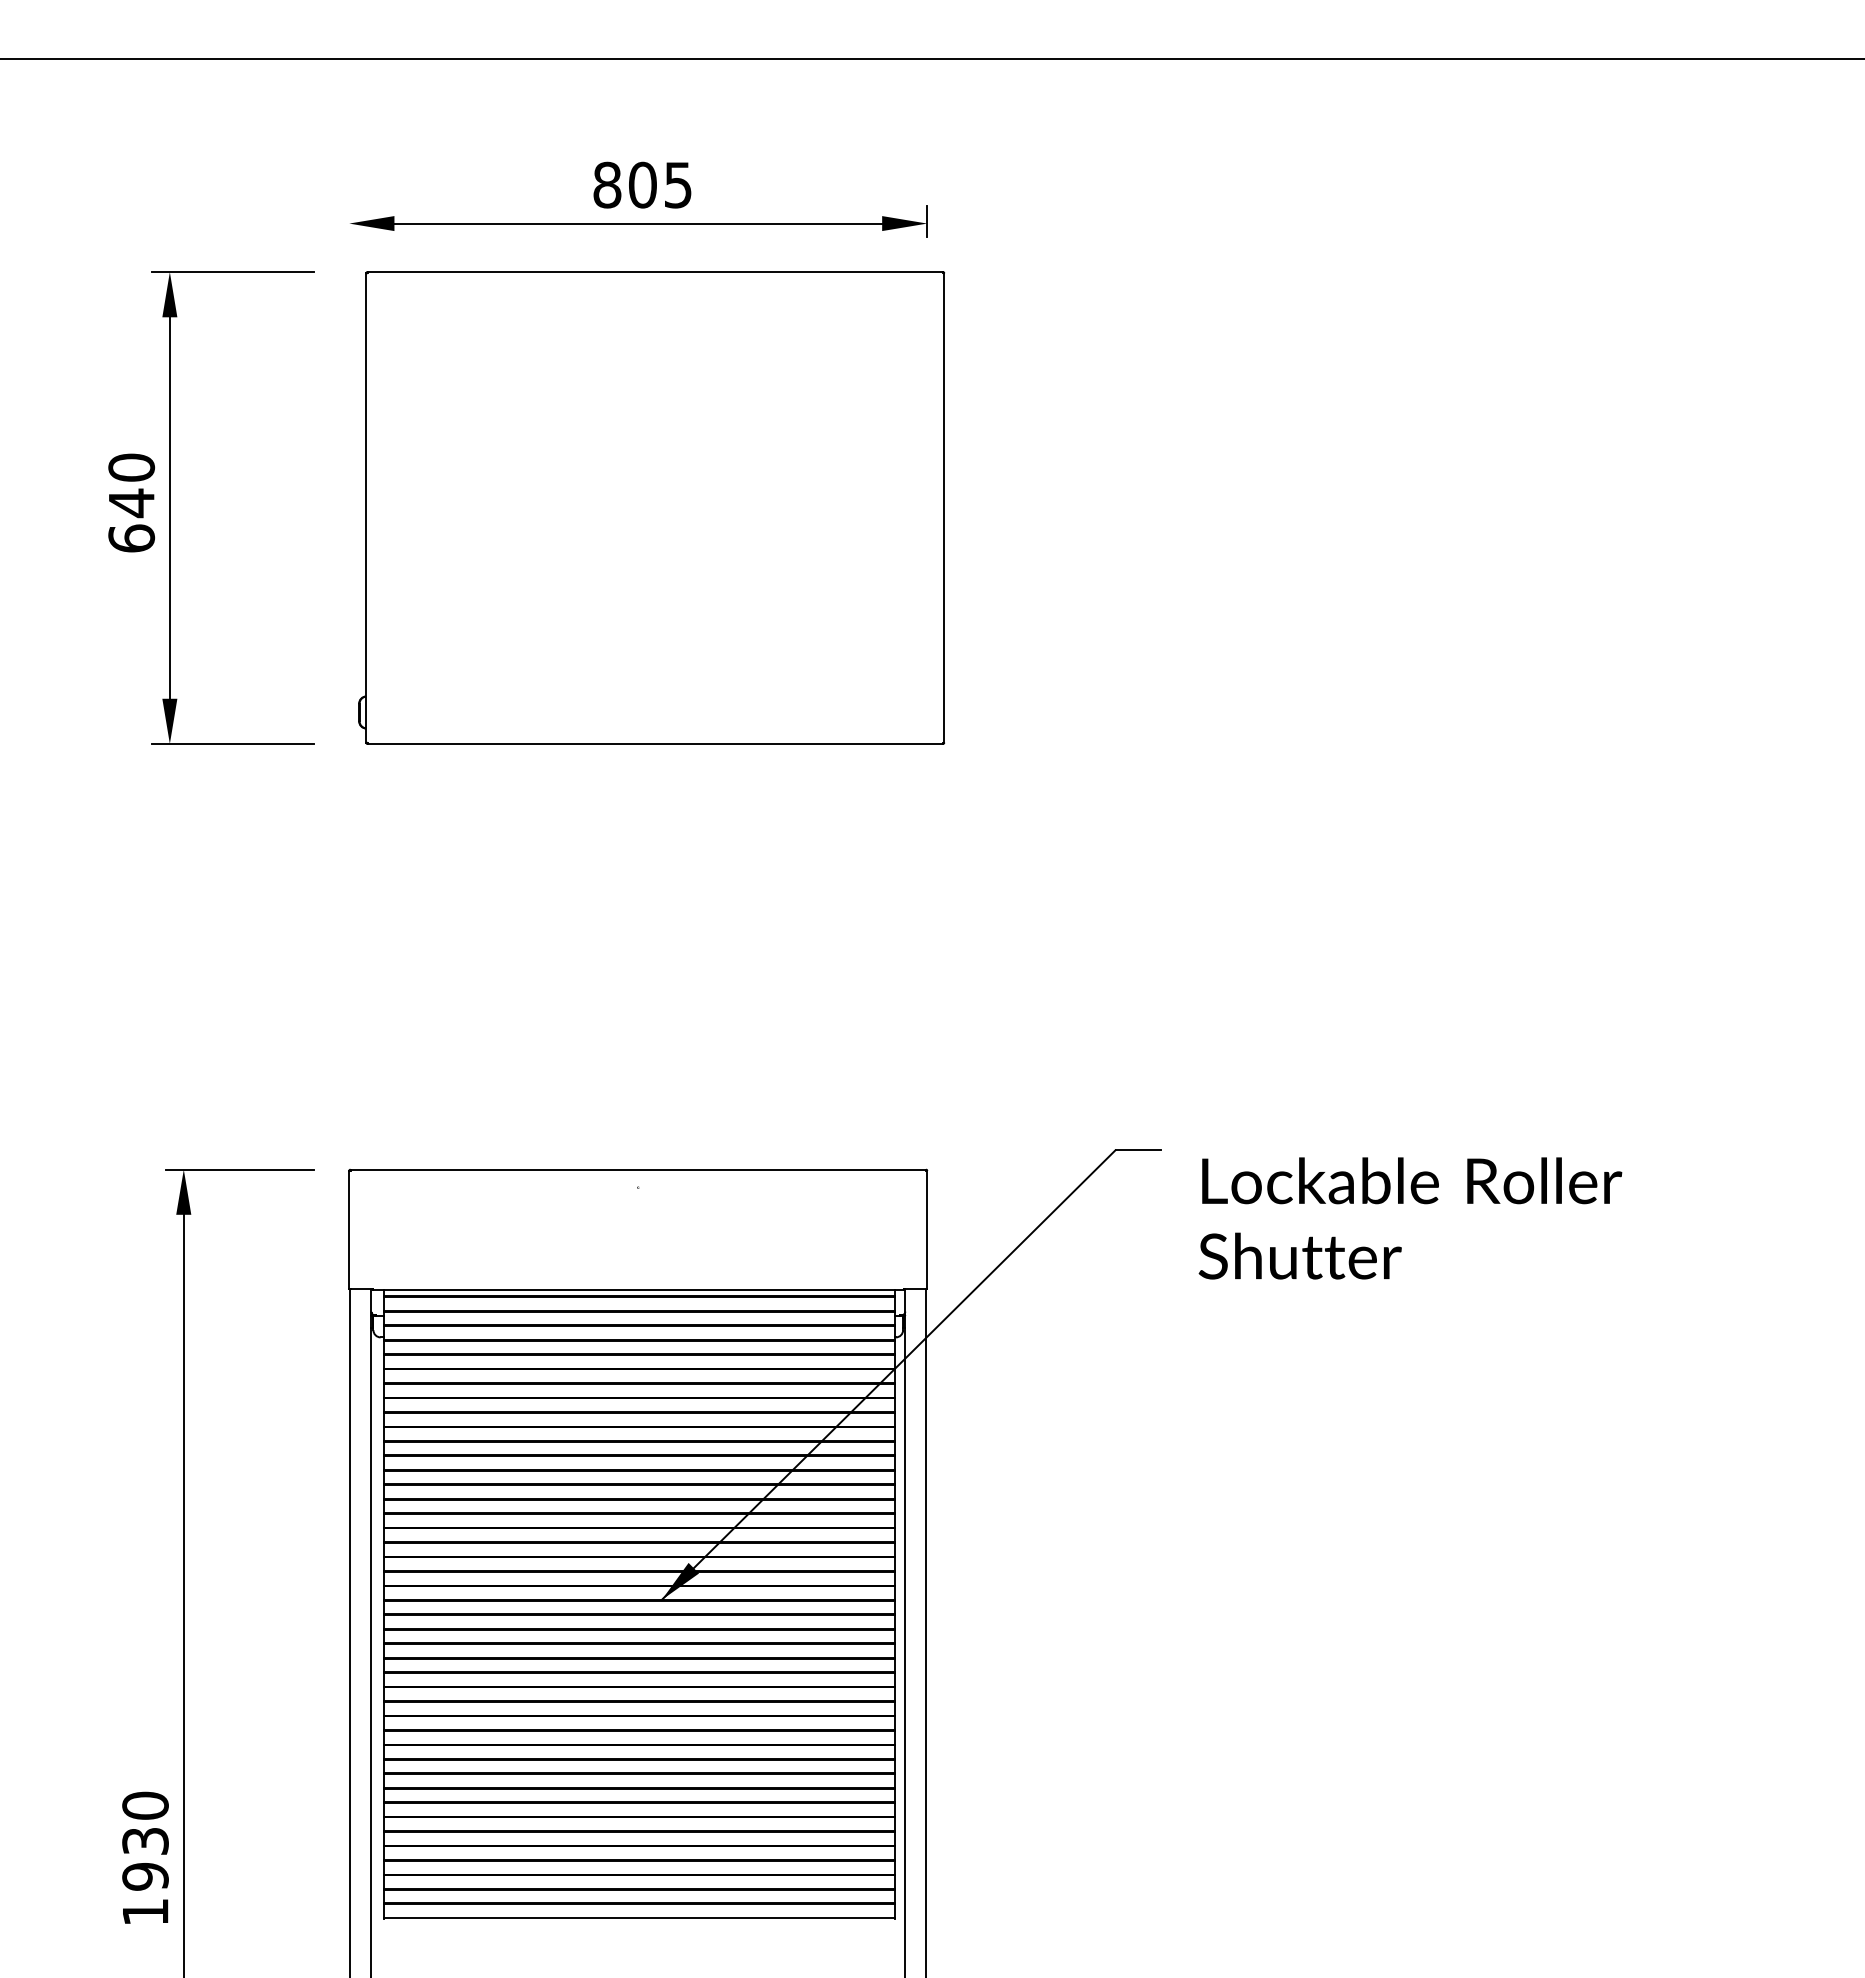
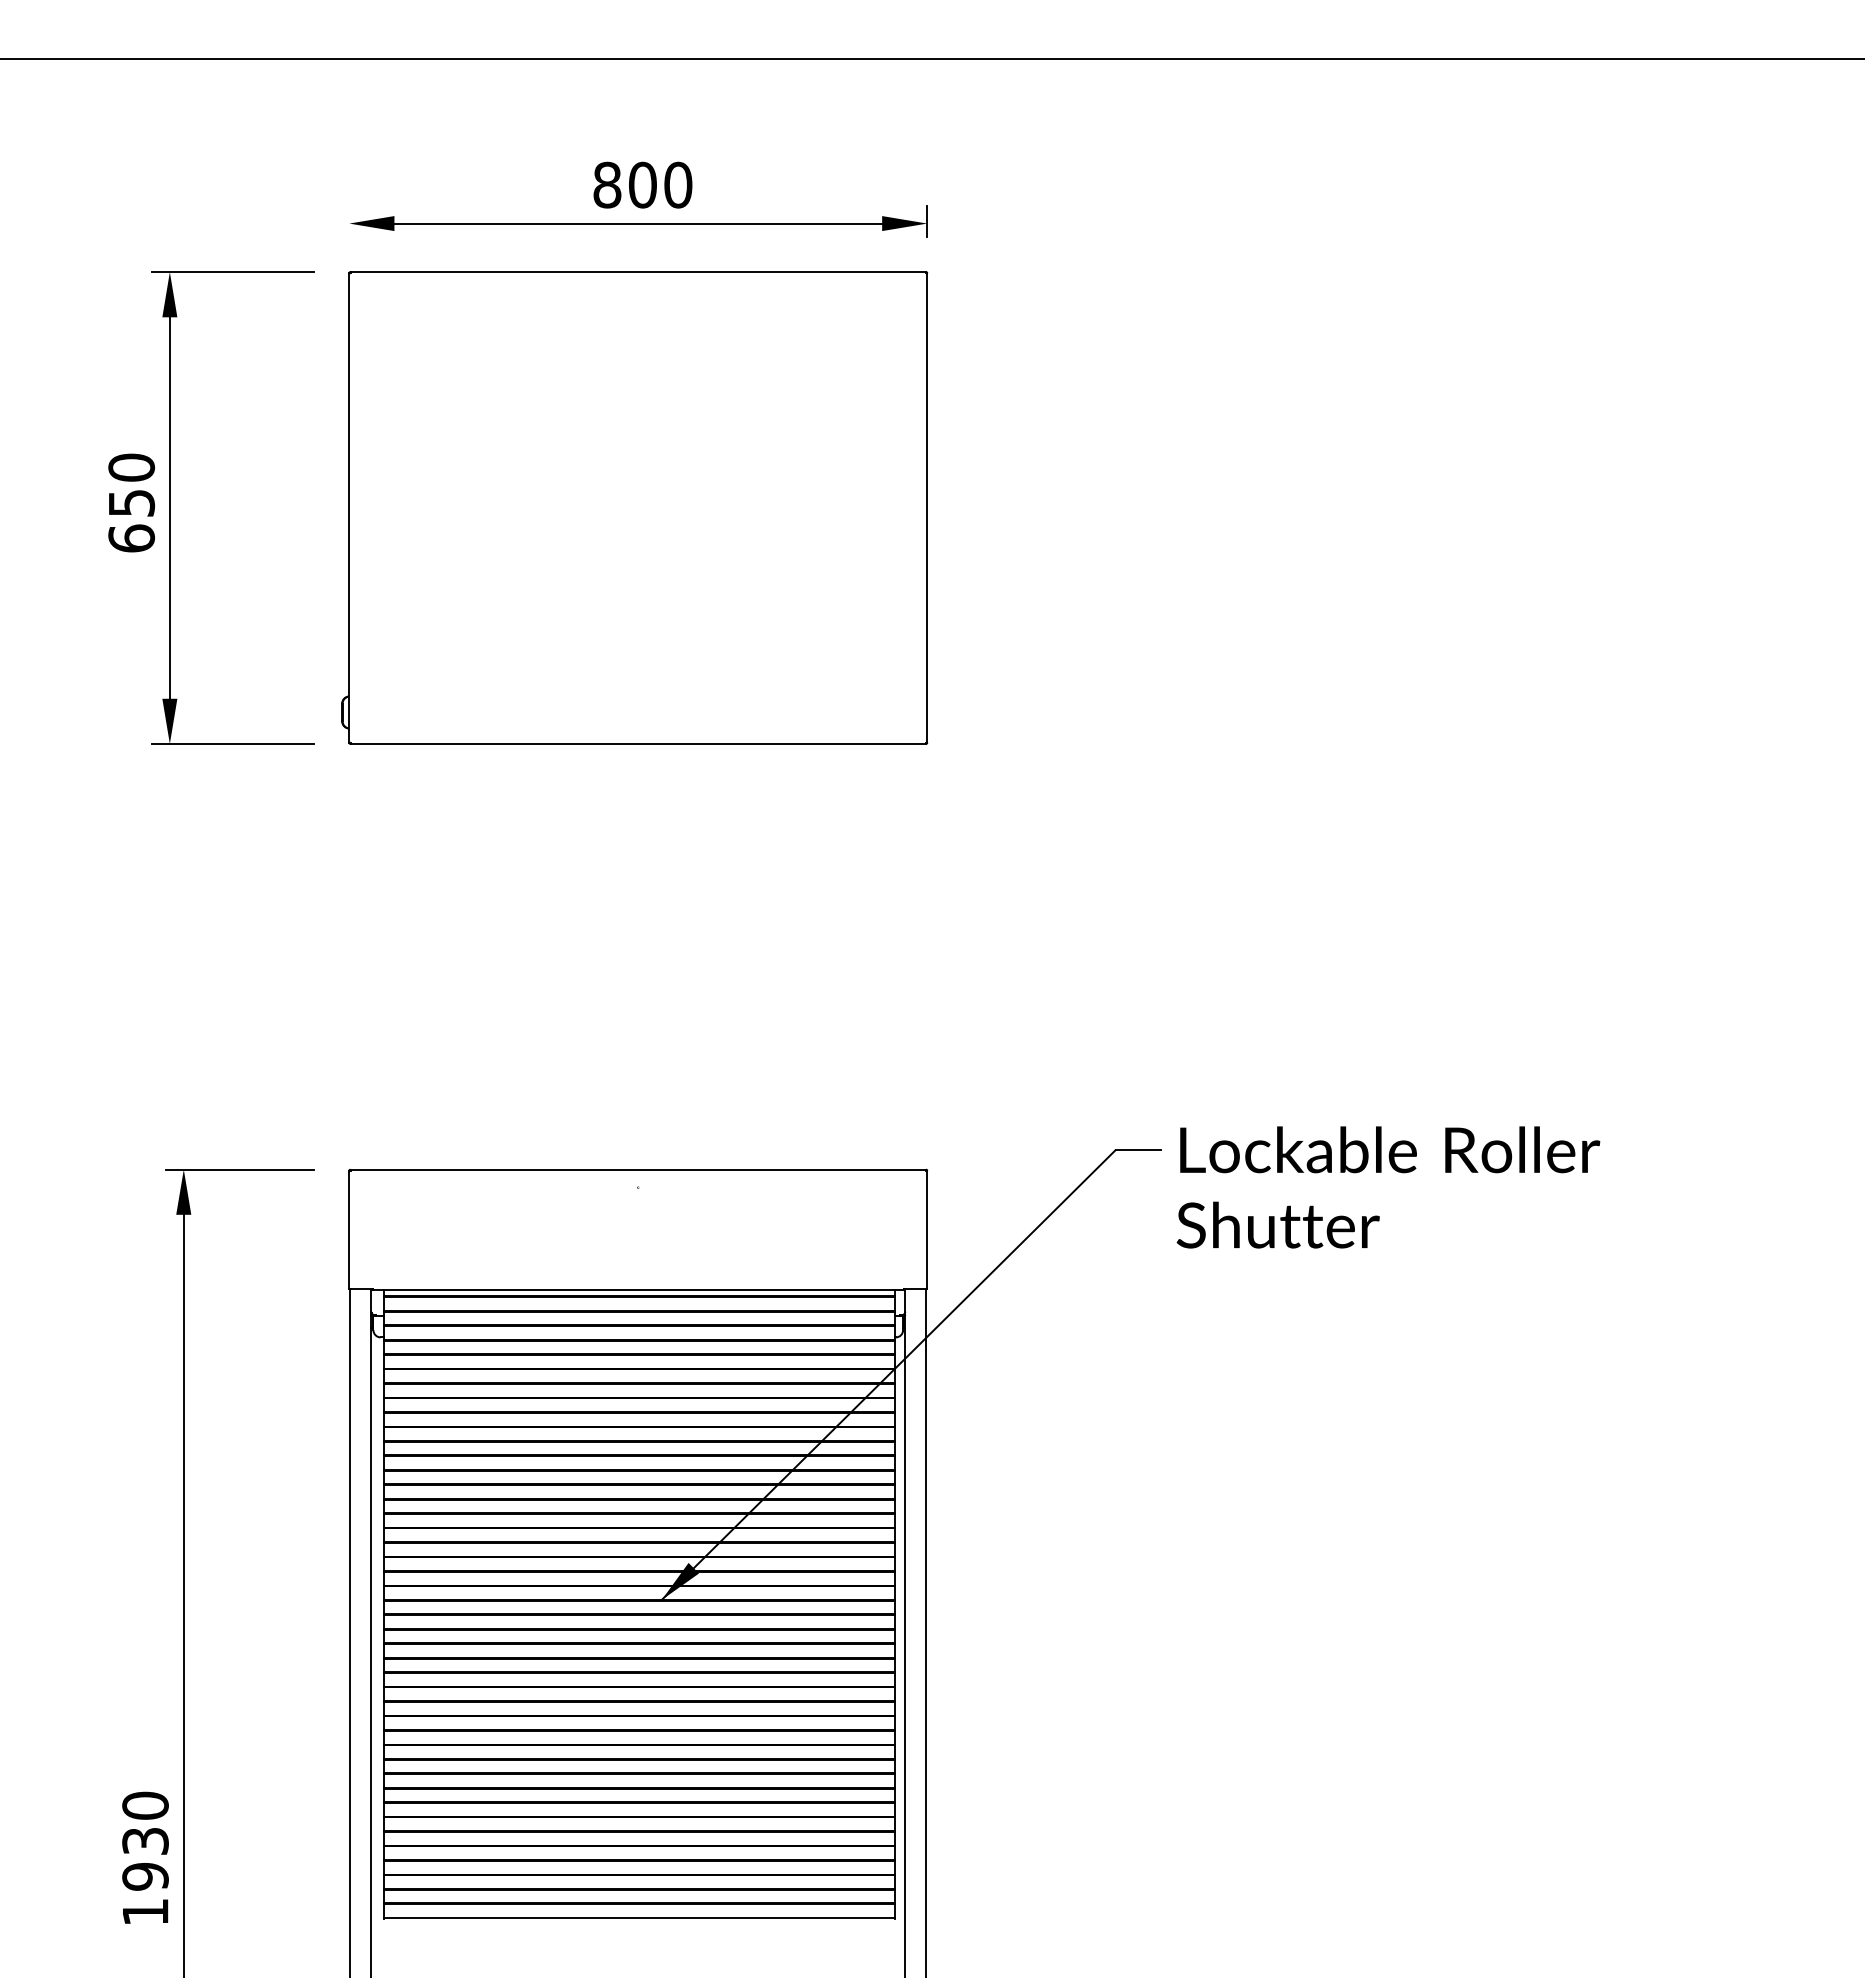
text at (678, 184): 805 -> 800
text at (132, 503): 640 -> 650
part at (651, 507) position: (651, 507) -> (634, 507)
text at (1410, 1218) position: (1410, 1218) -> (1388, 1187)
